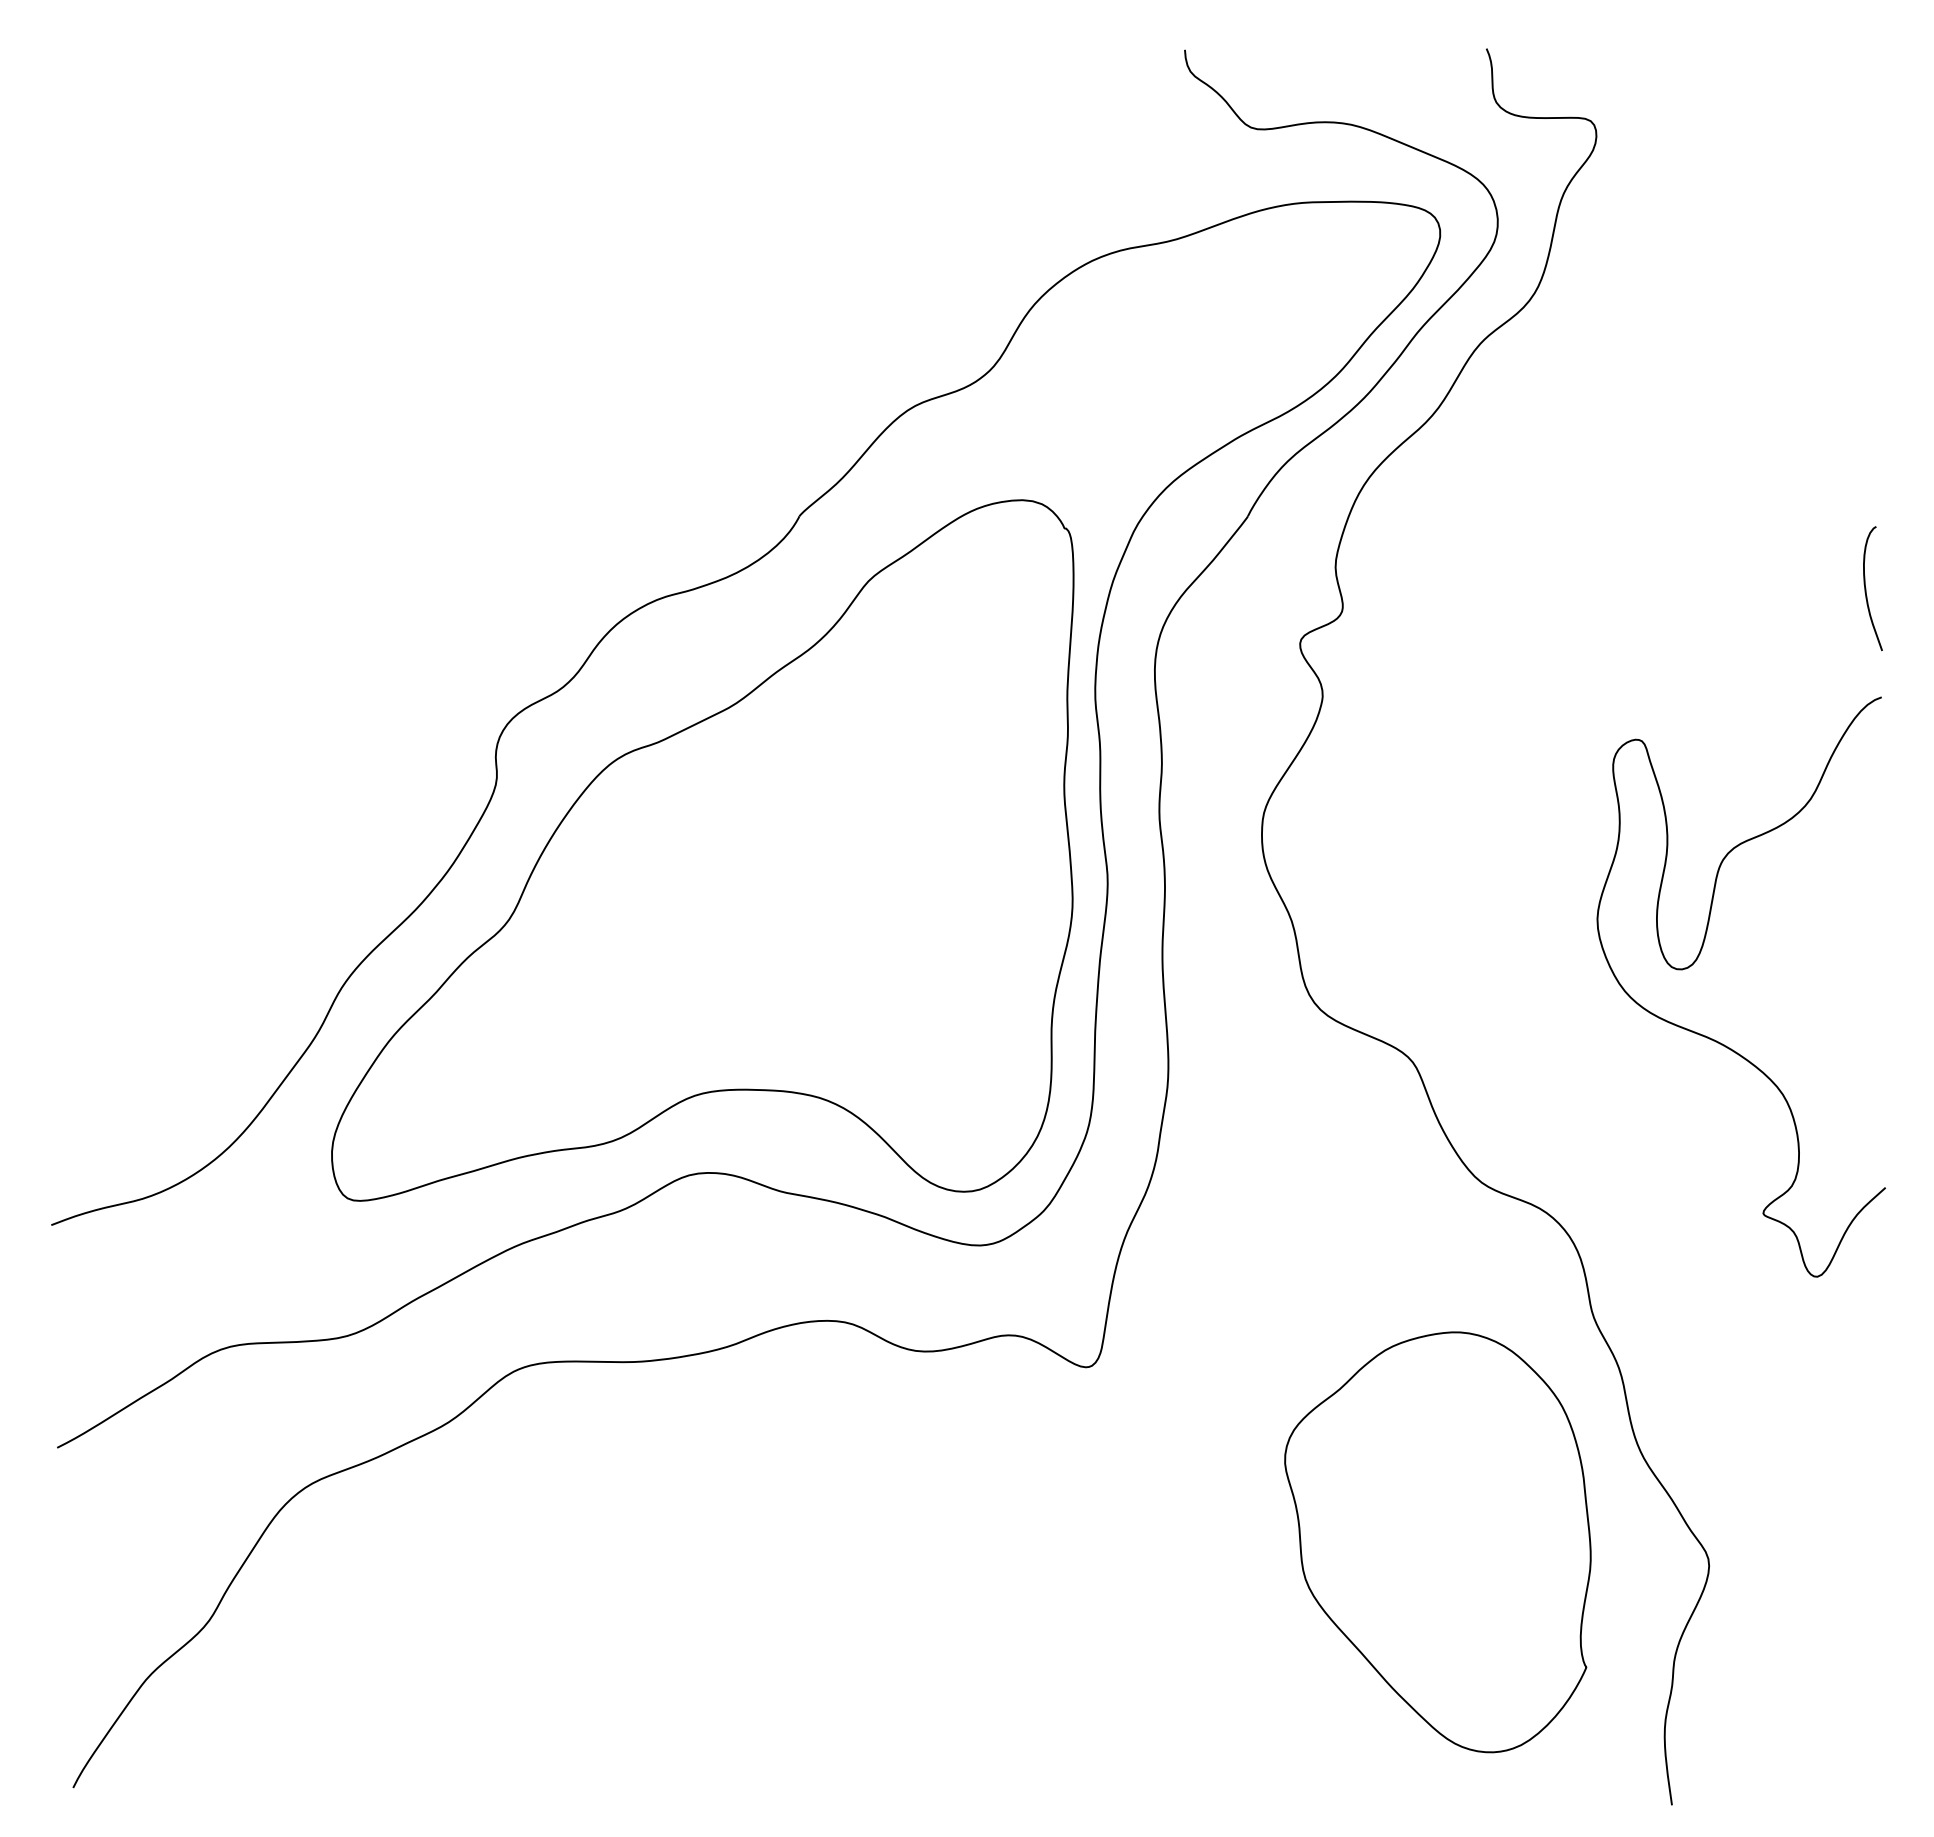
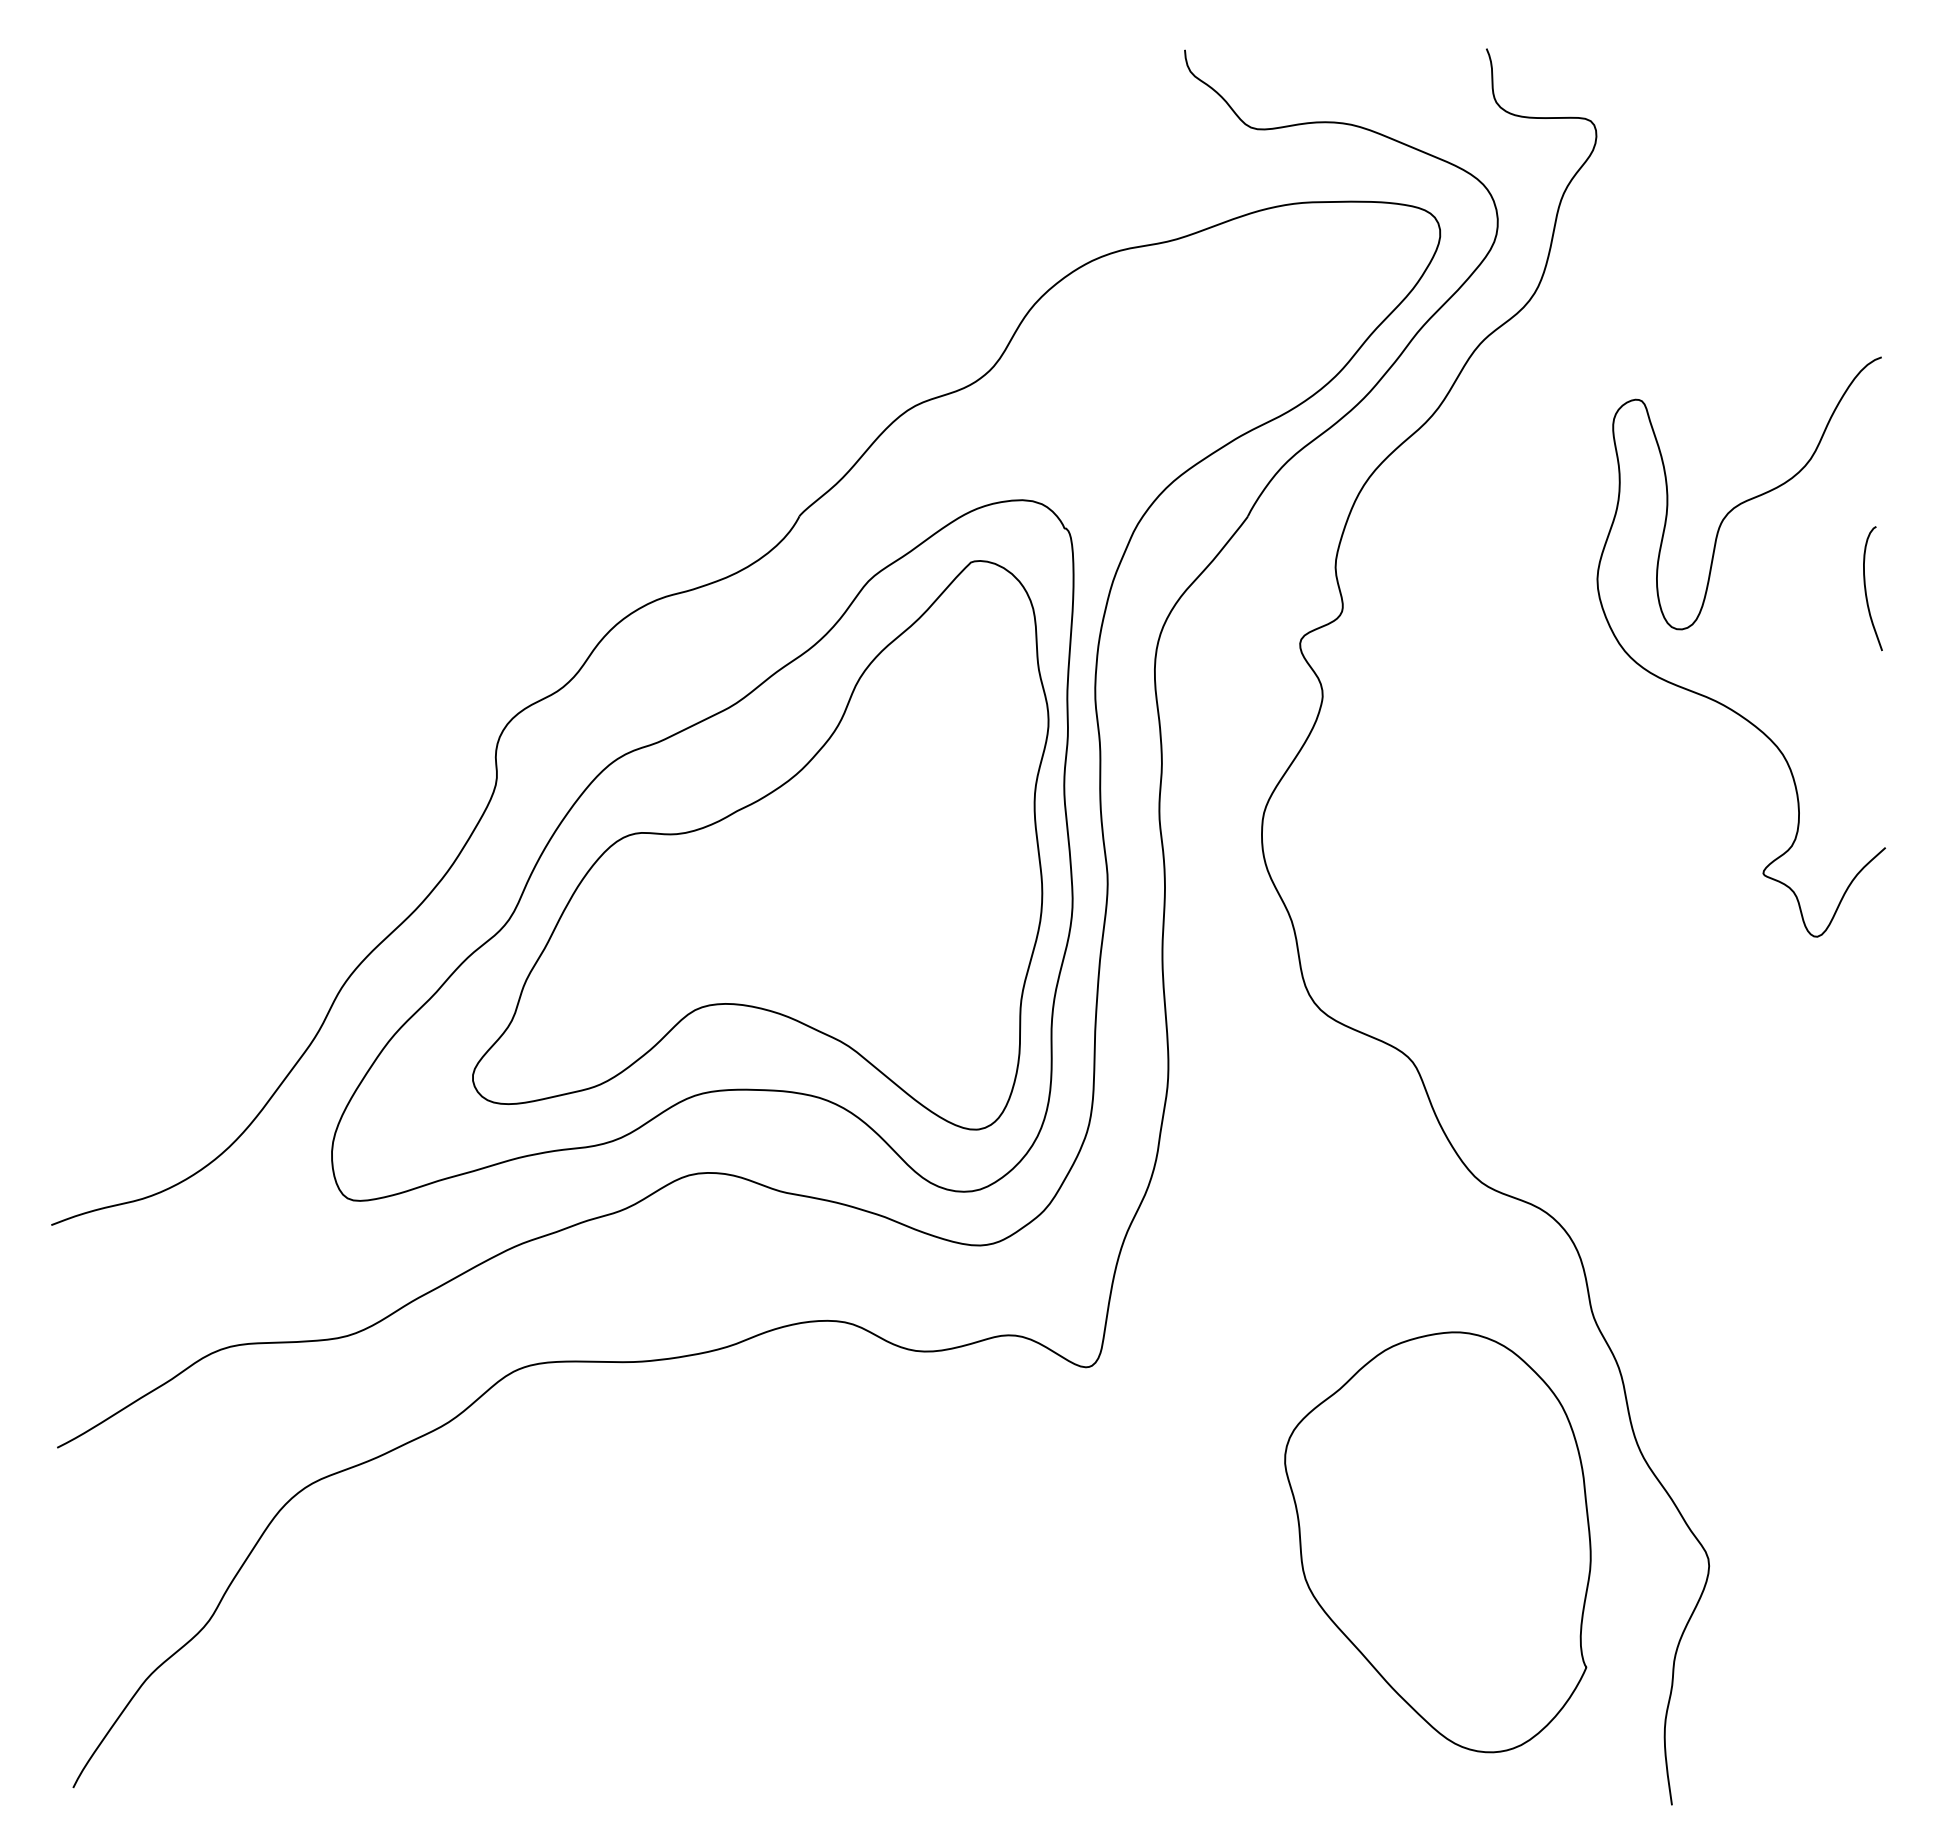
part at (760, 845): none -> present
curve at (1698, 958) position: (1698, 958) -> (1698, 618)
